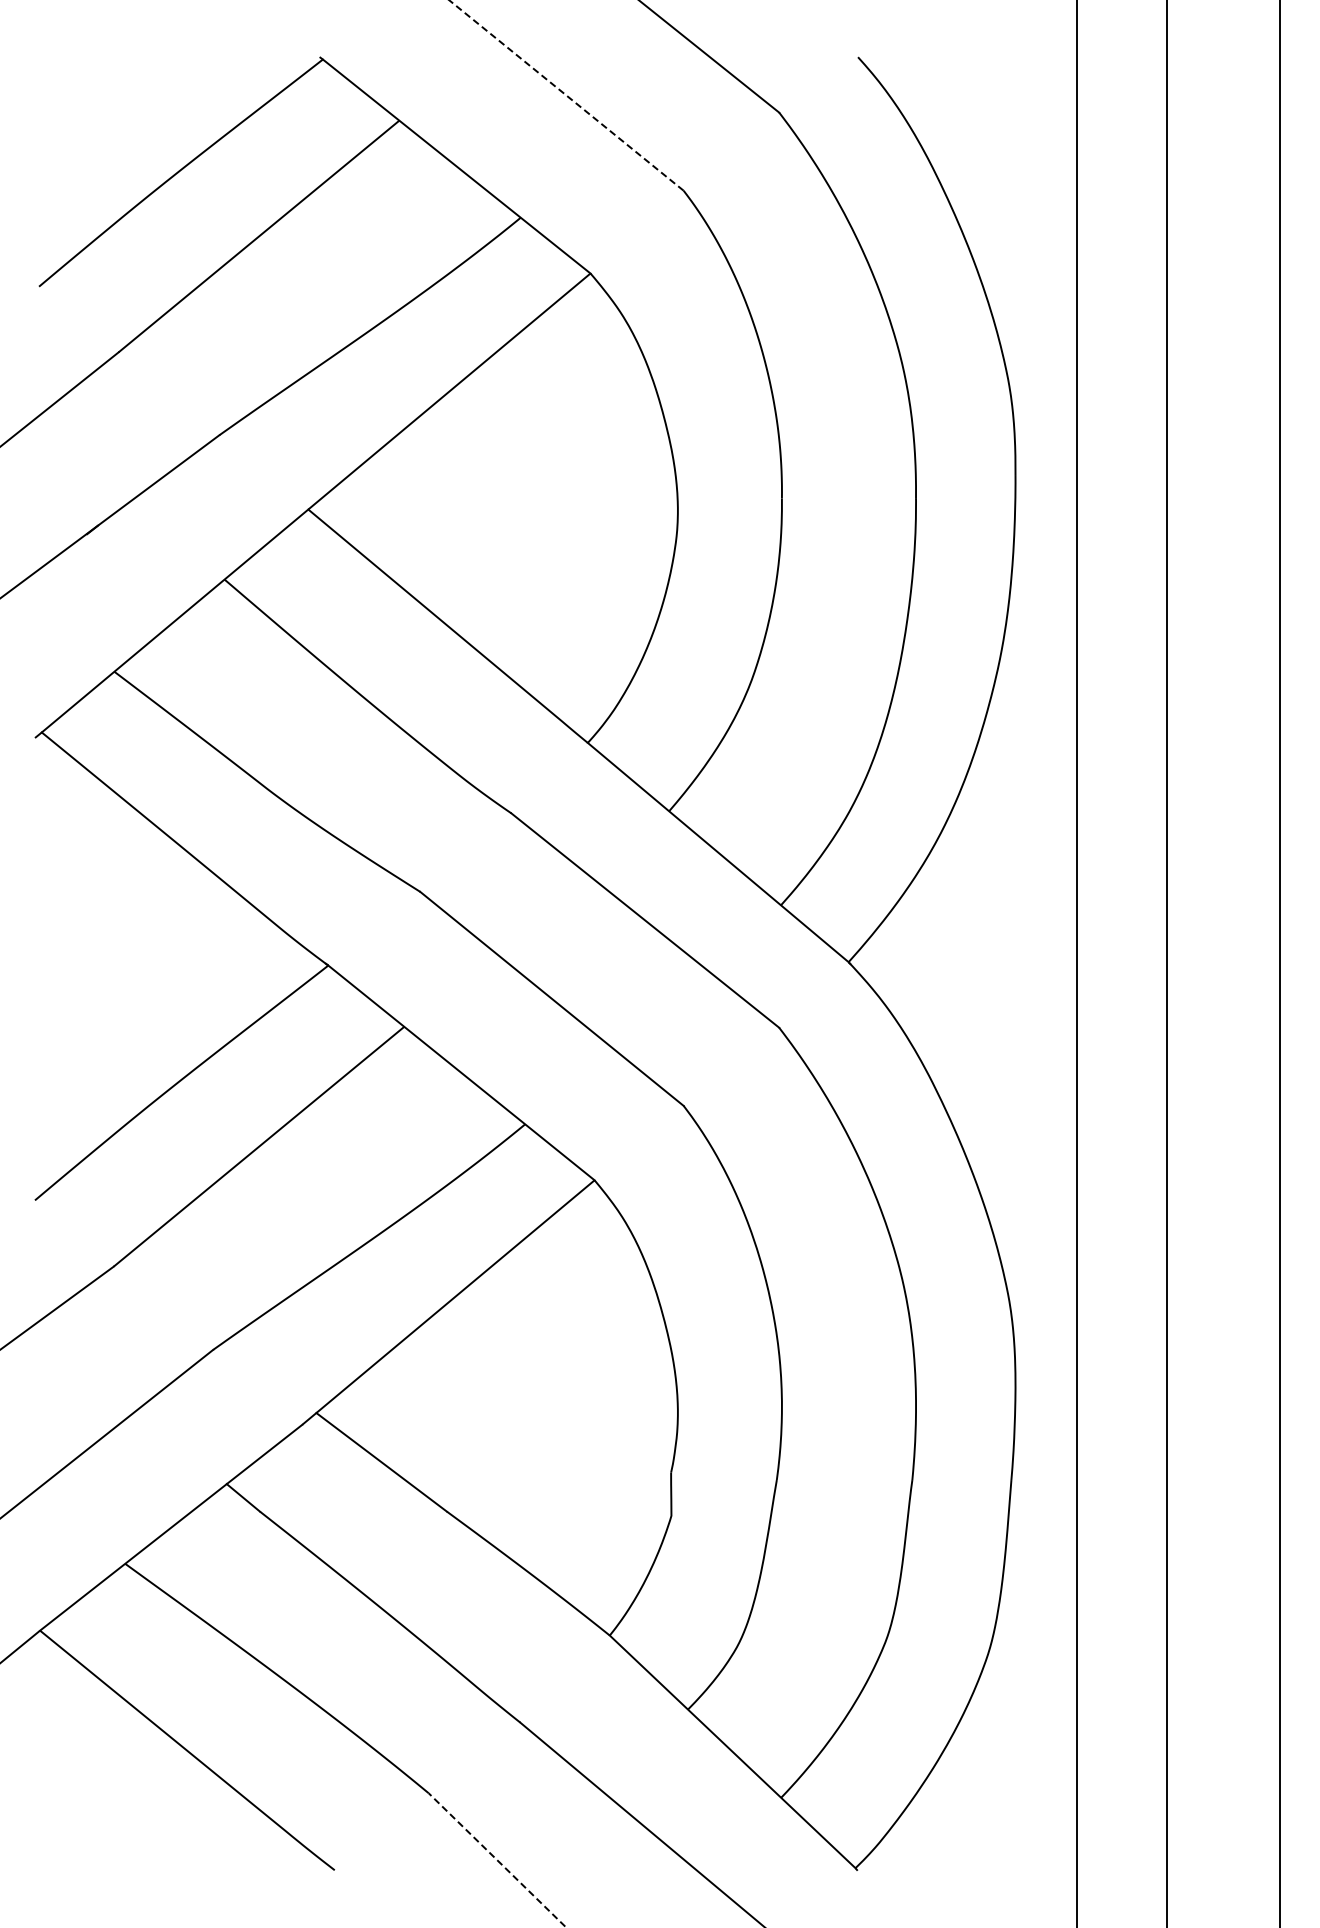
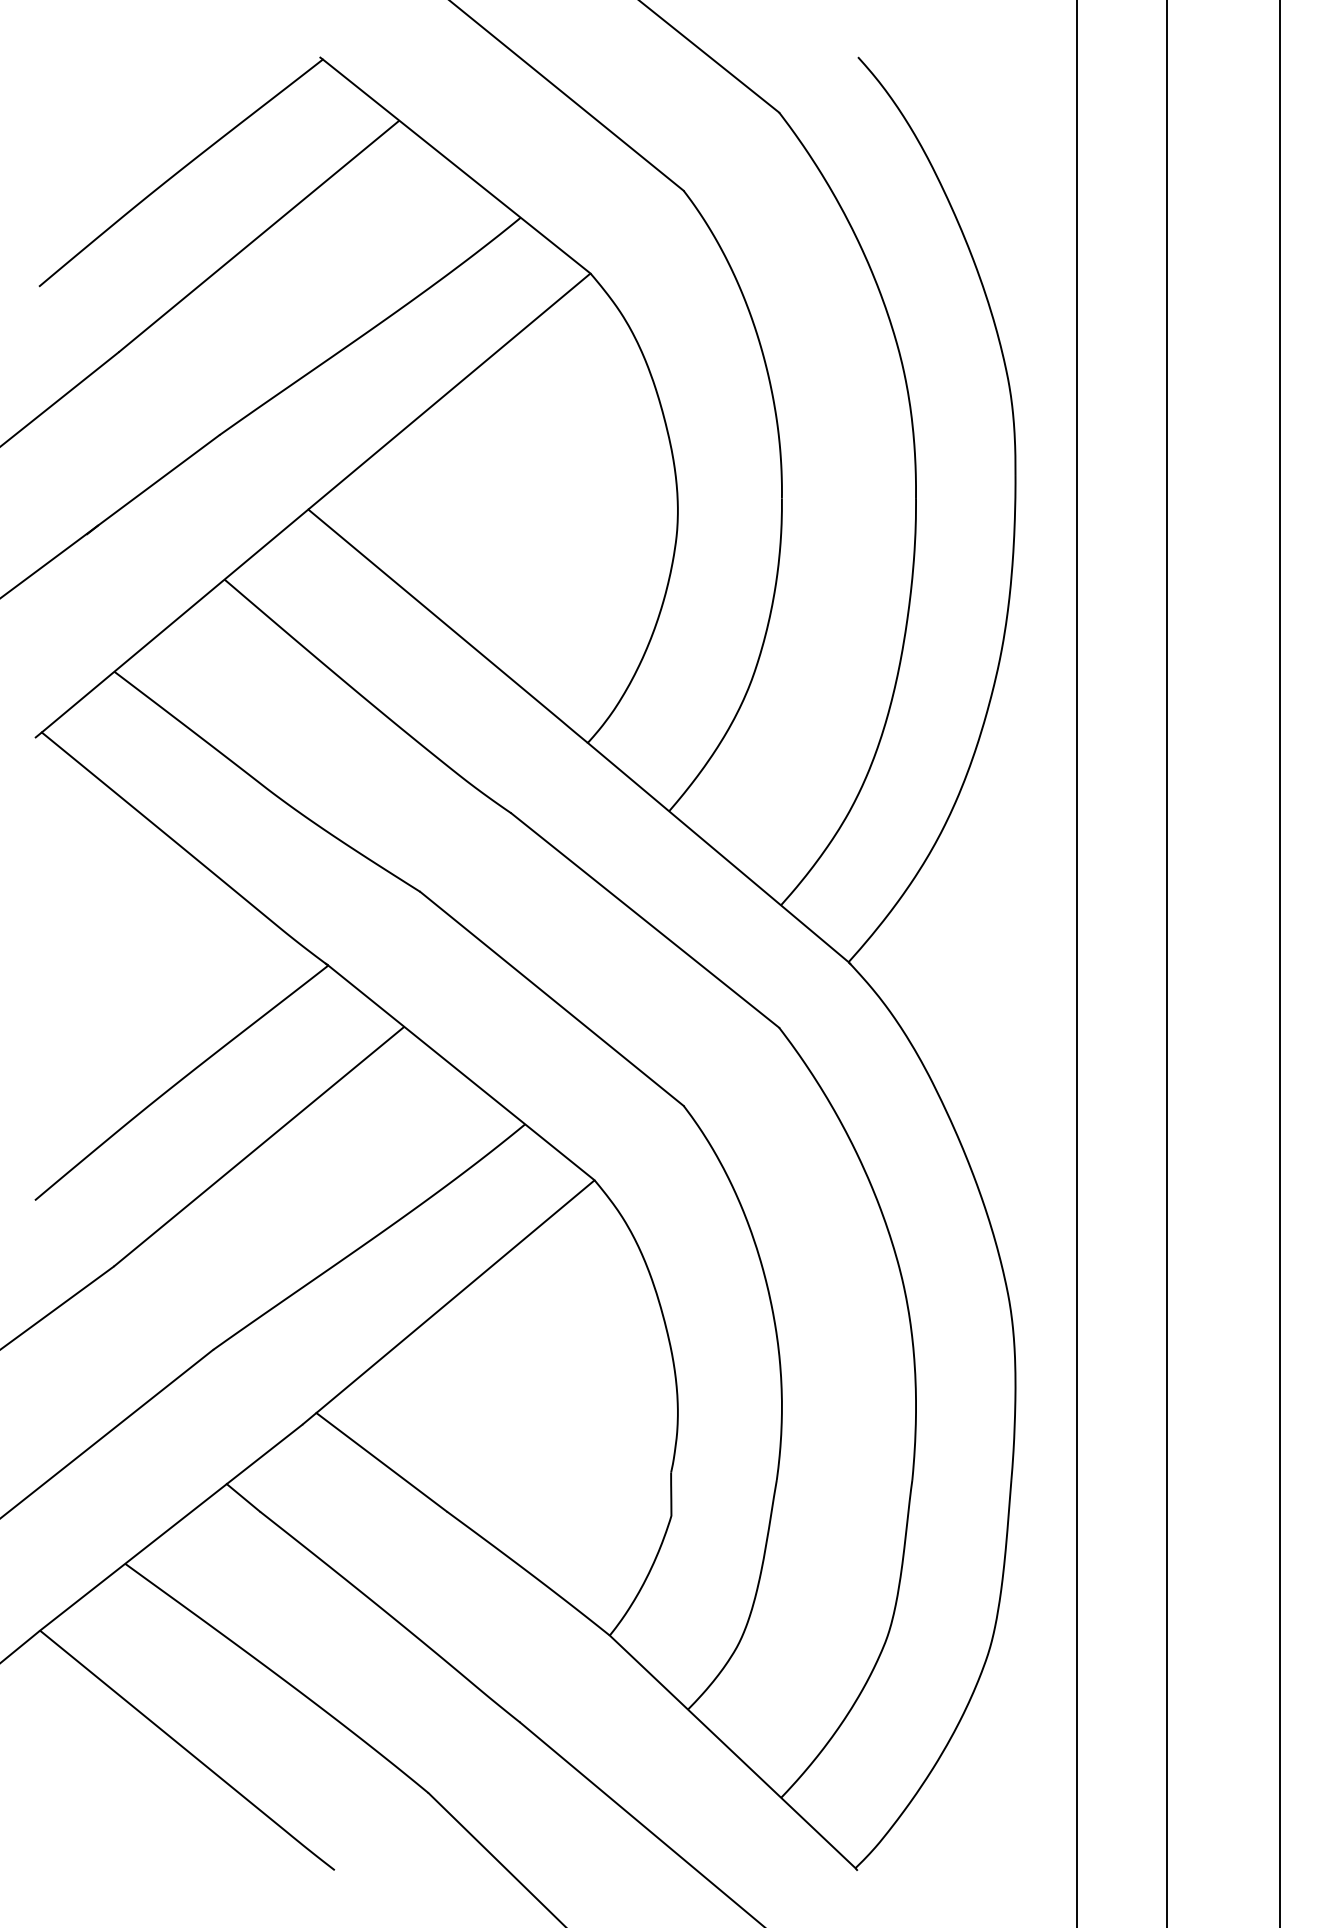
line at (565, 95): dashed -> solid
line at (497, 1860): dashed -> solid
